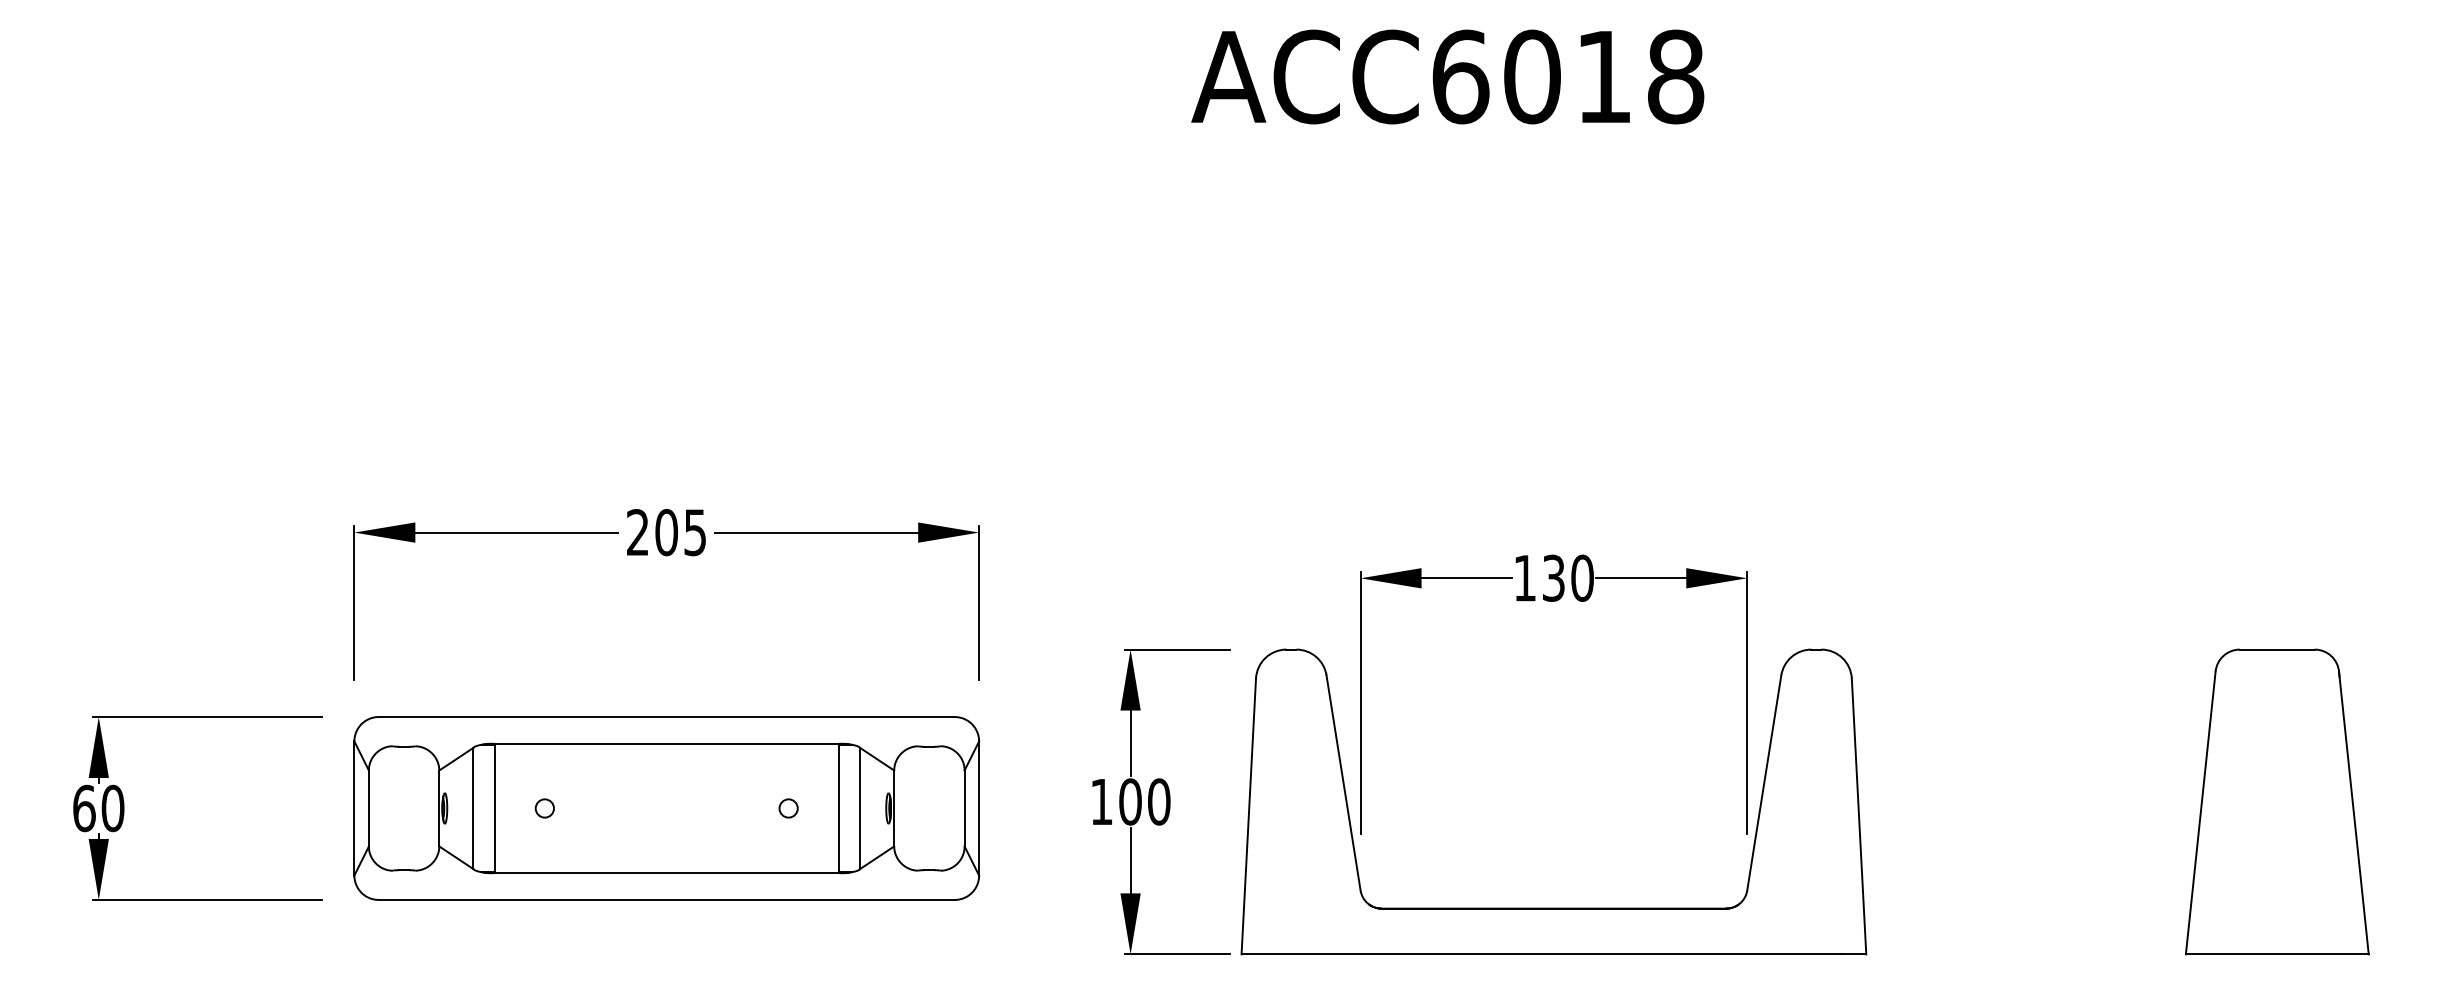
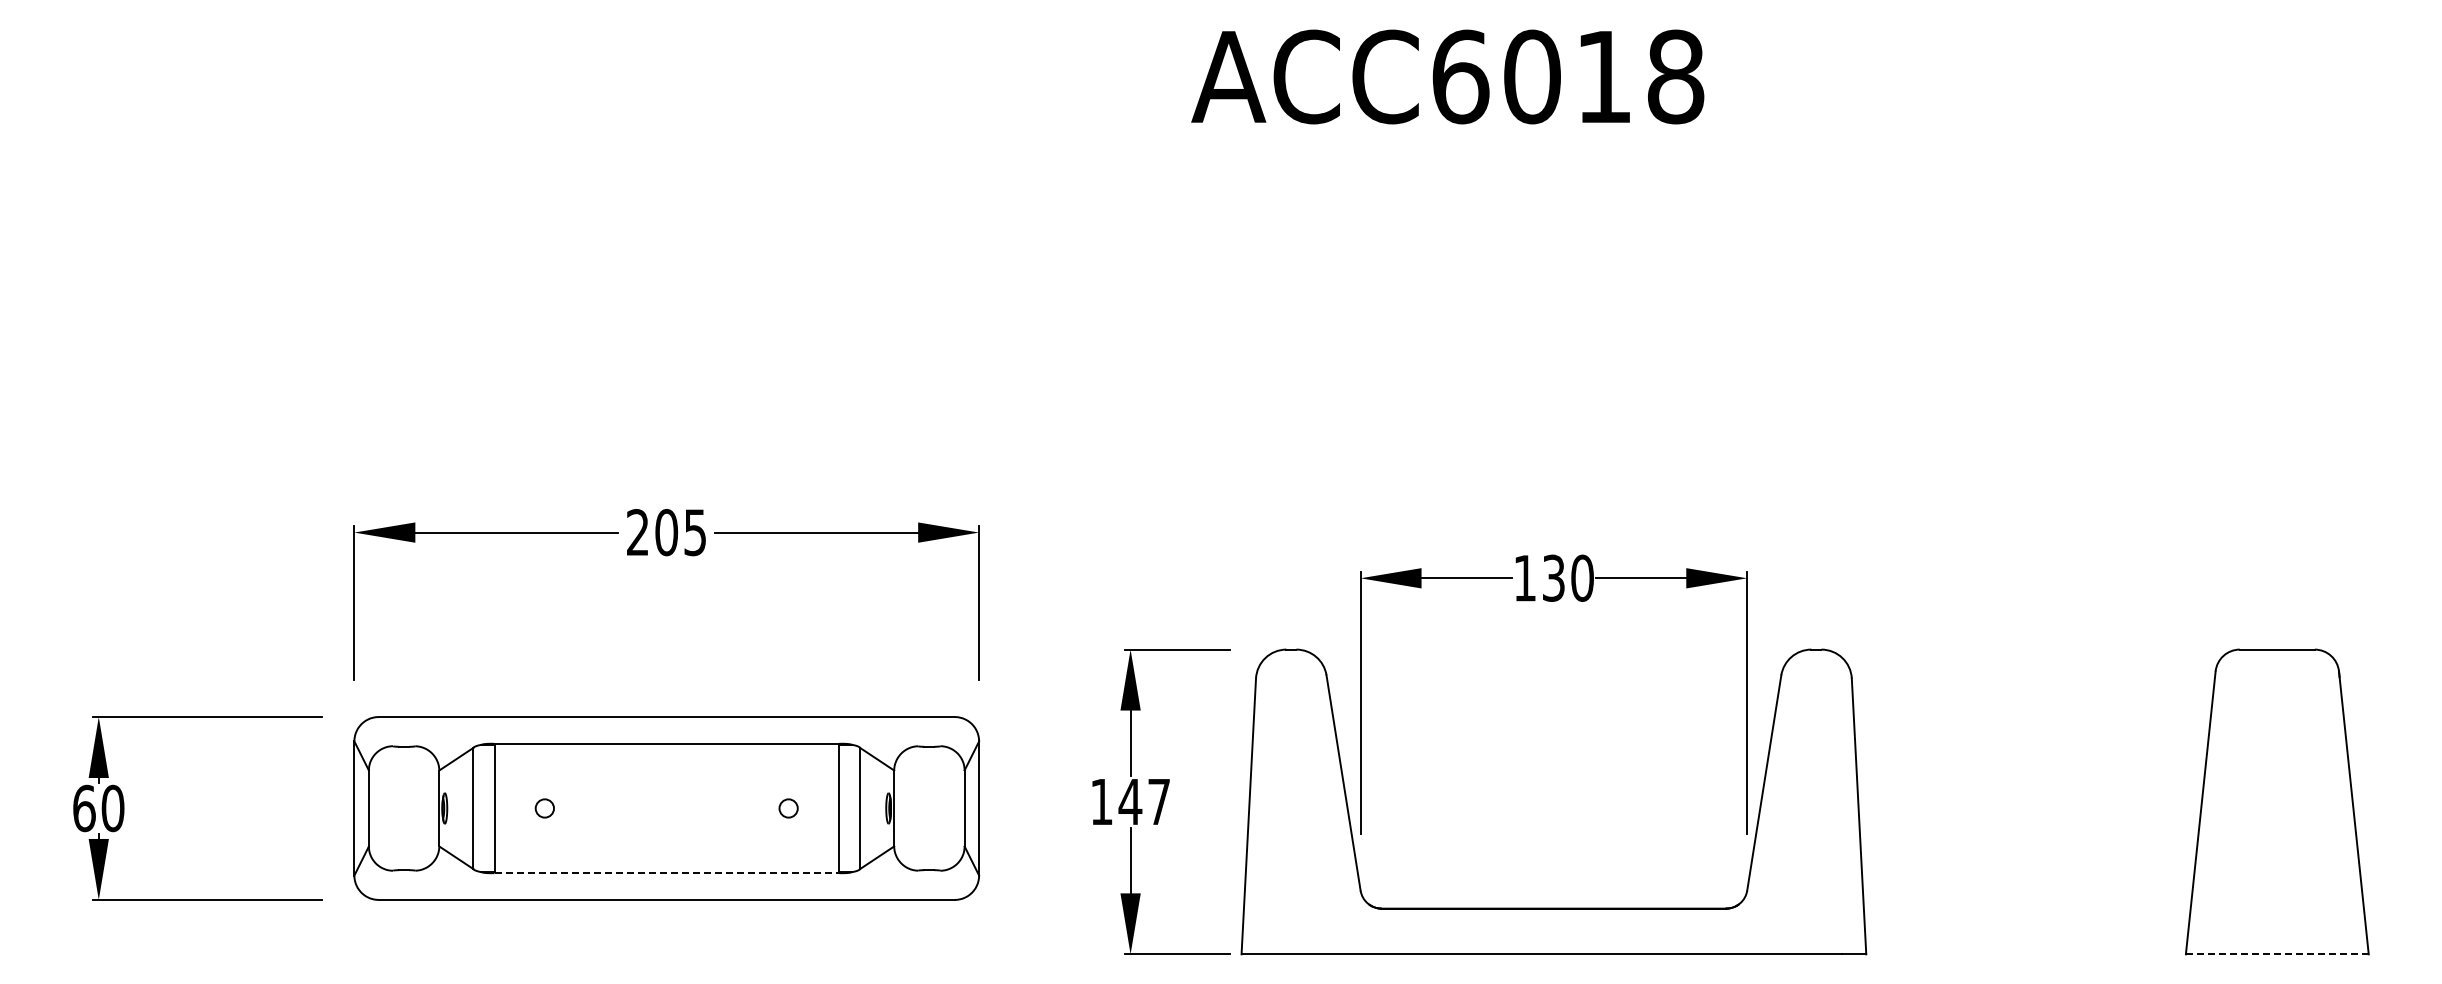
text at (1144, 801): 100 -> 147
line at (667, 873): solid -> dashed
line at (2277, 954): solid -> dashed
